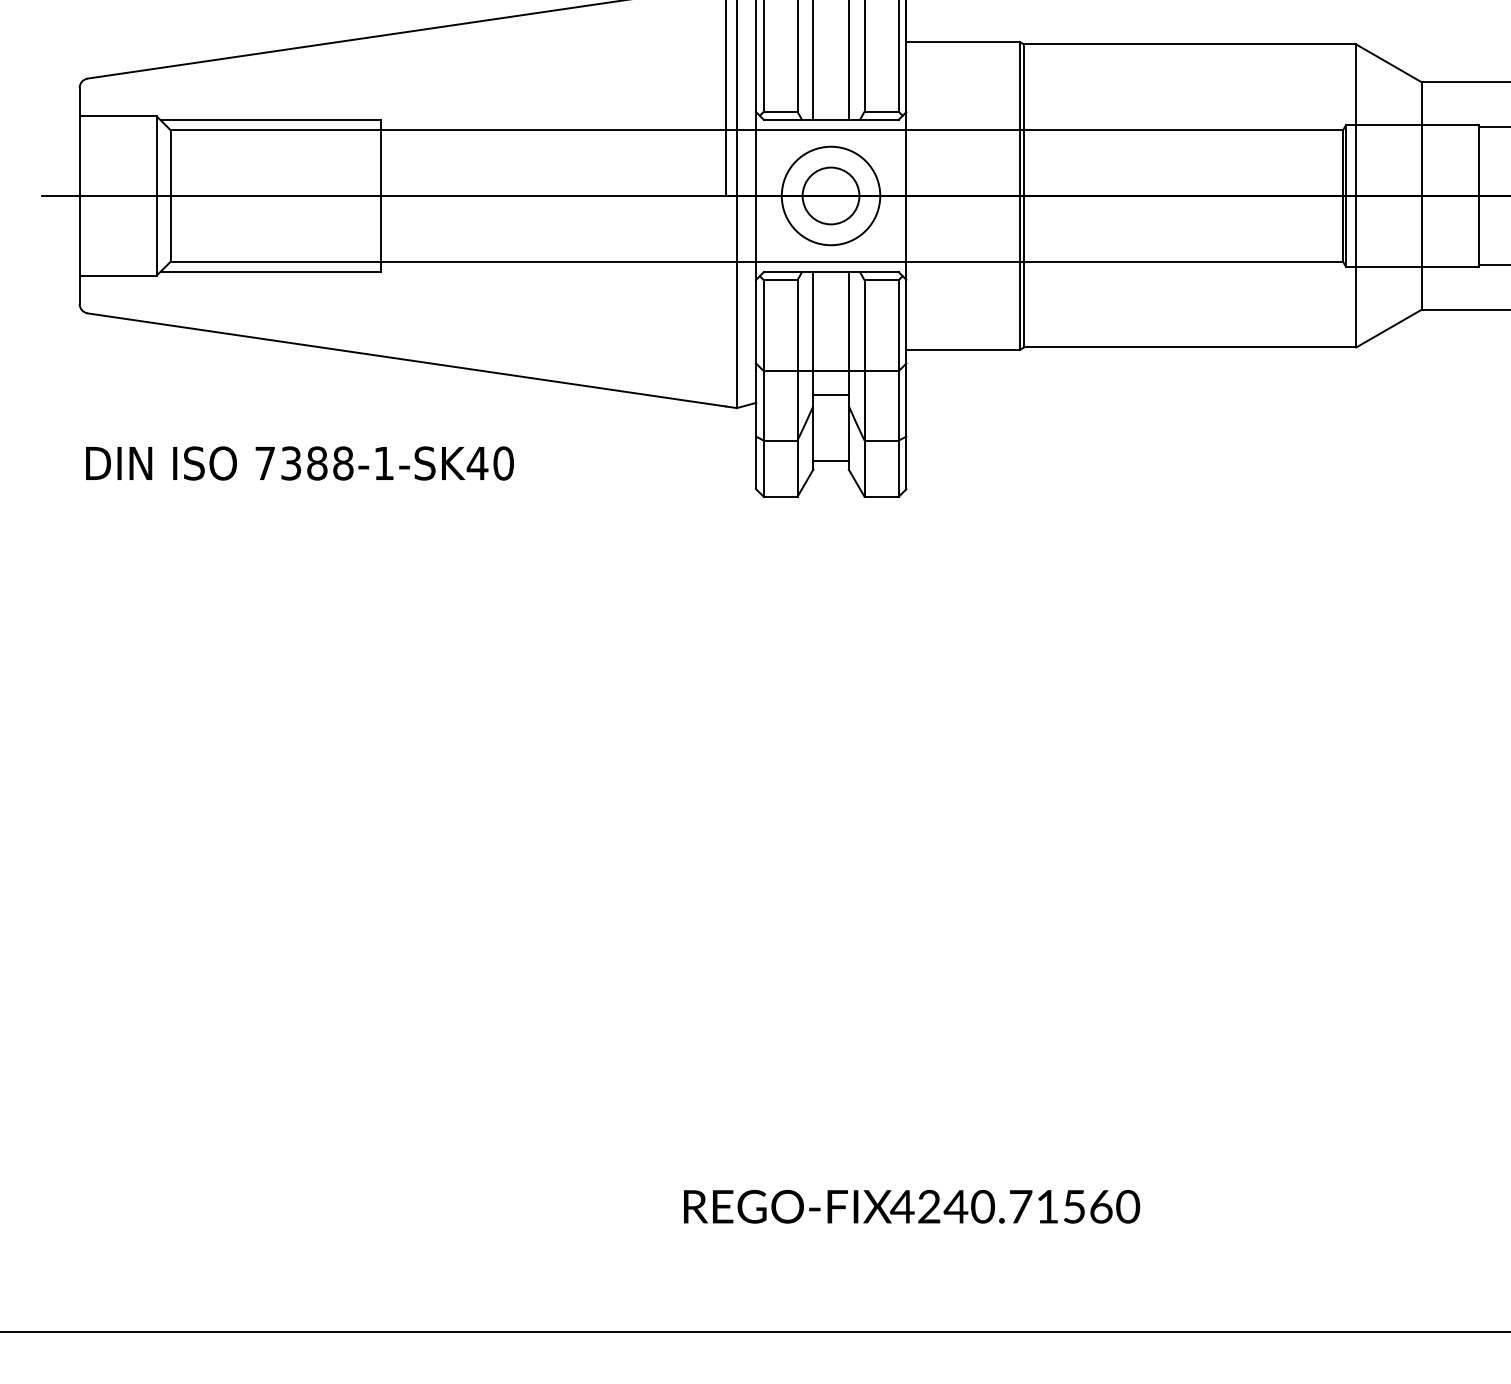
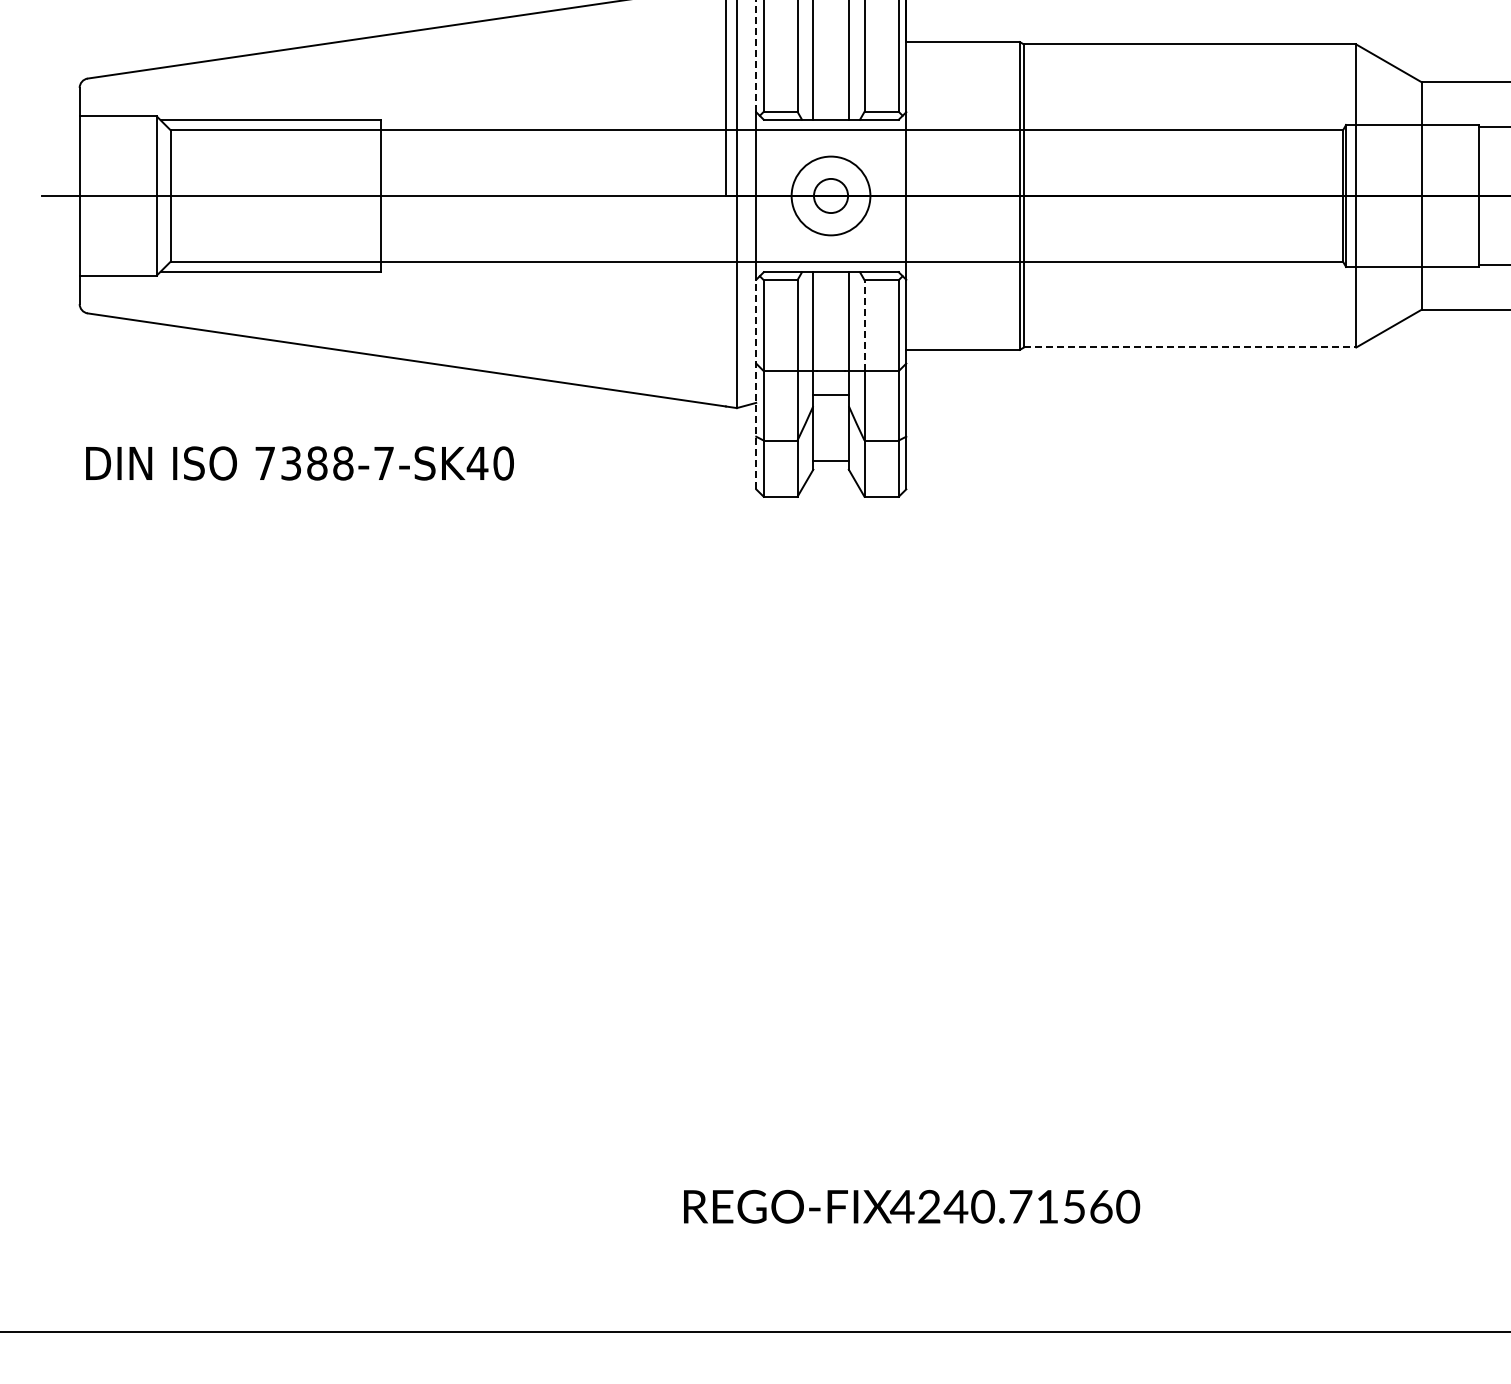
line at (756, 56): solid -> dashed
circle at (830, 195) diameter: 57 px -> 34 px
circle at (830, 195) diameter: 98 px -> 79 px
line at (864, 325): solid -> dashed
line at (1190, 347): solid -> dashed
line at (756, 384): solid -> dashed
text at (383, 463): 7388-1-SK40 -> 7388-7-SK40
